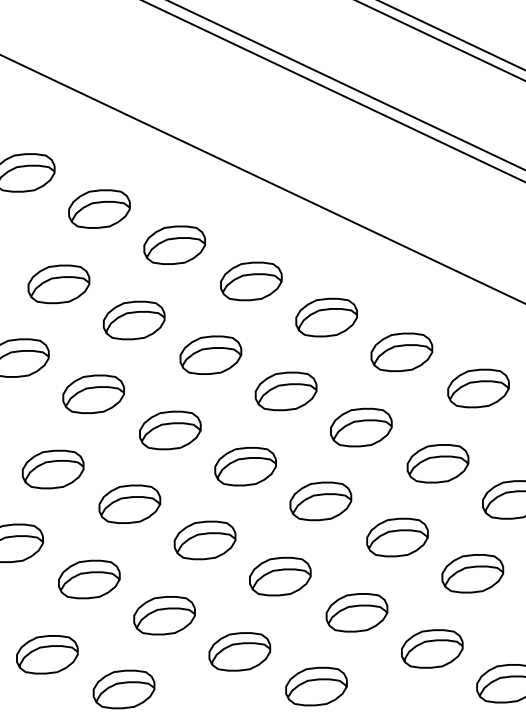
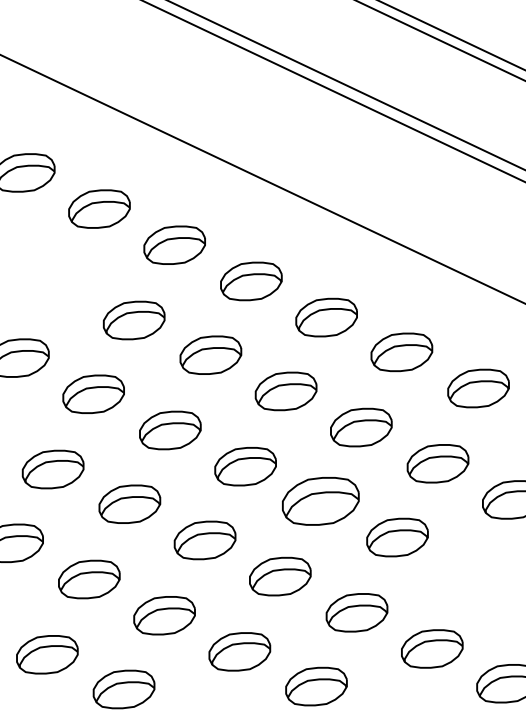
part at (58, 284): present -> none
part at (320, 501) size: 64x41 px -> 78x49 px
part at (472, 573): present -> none
